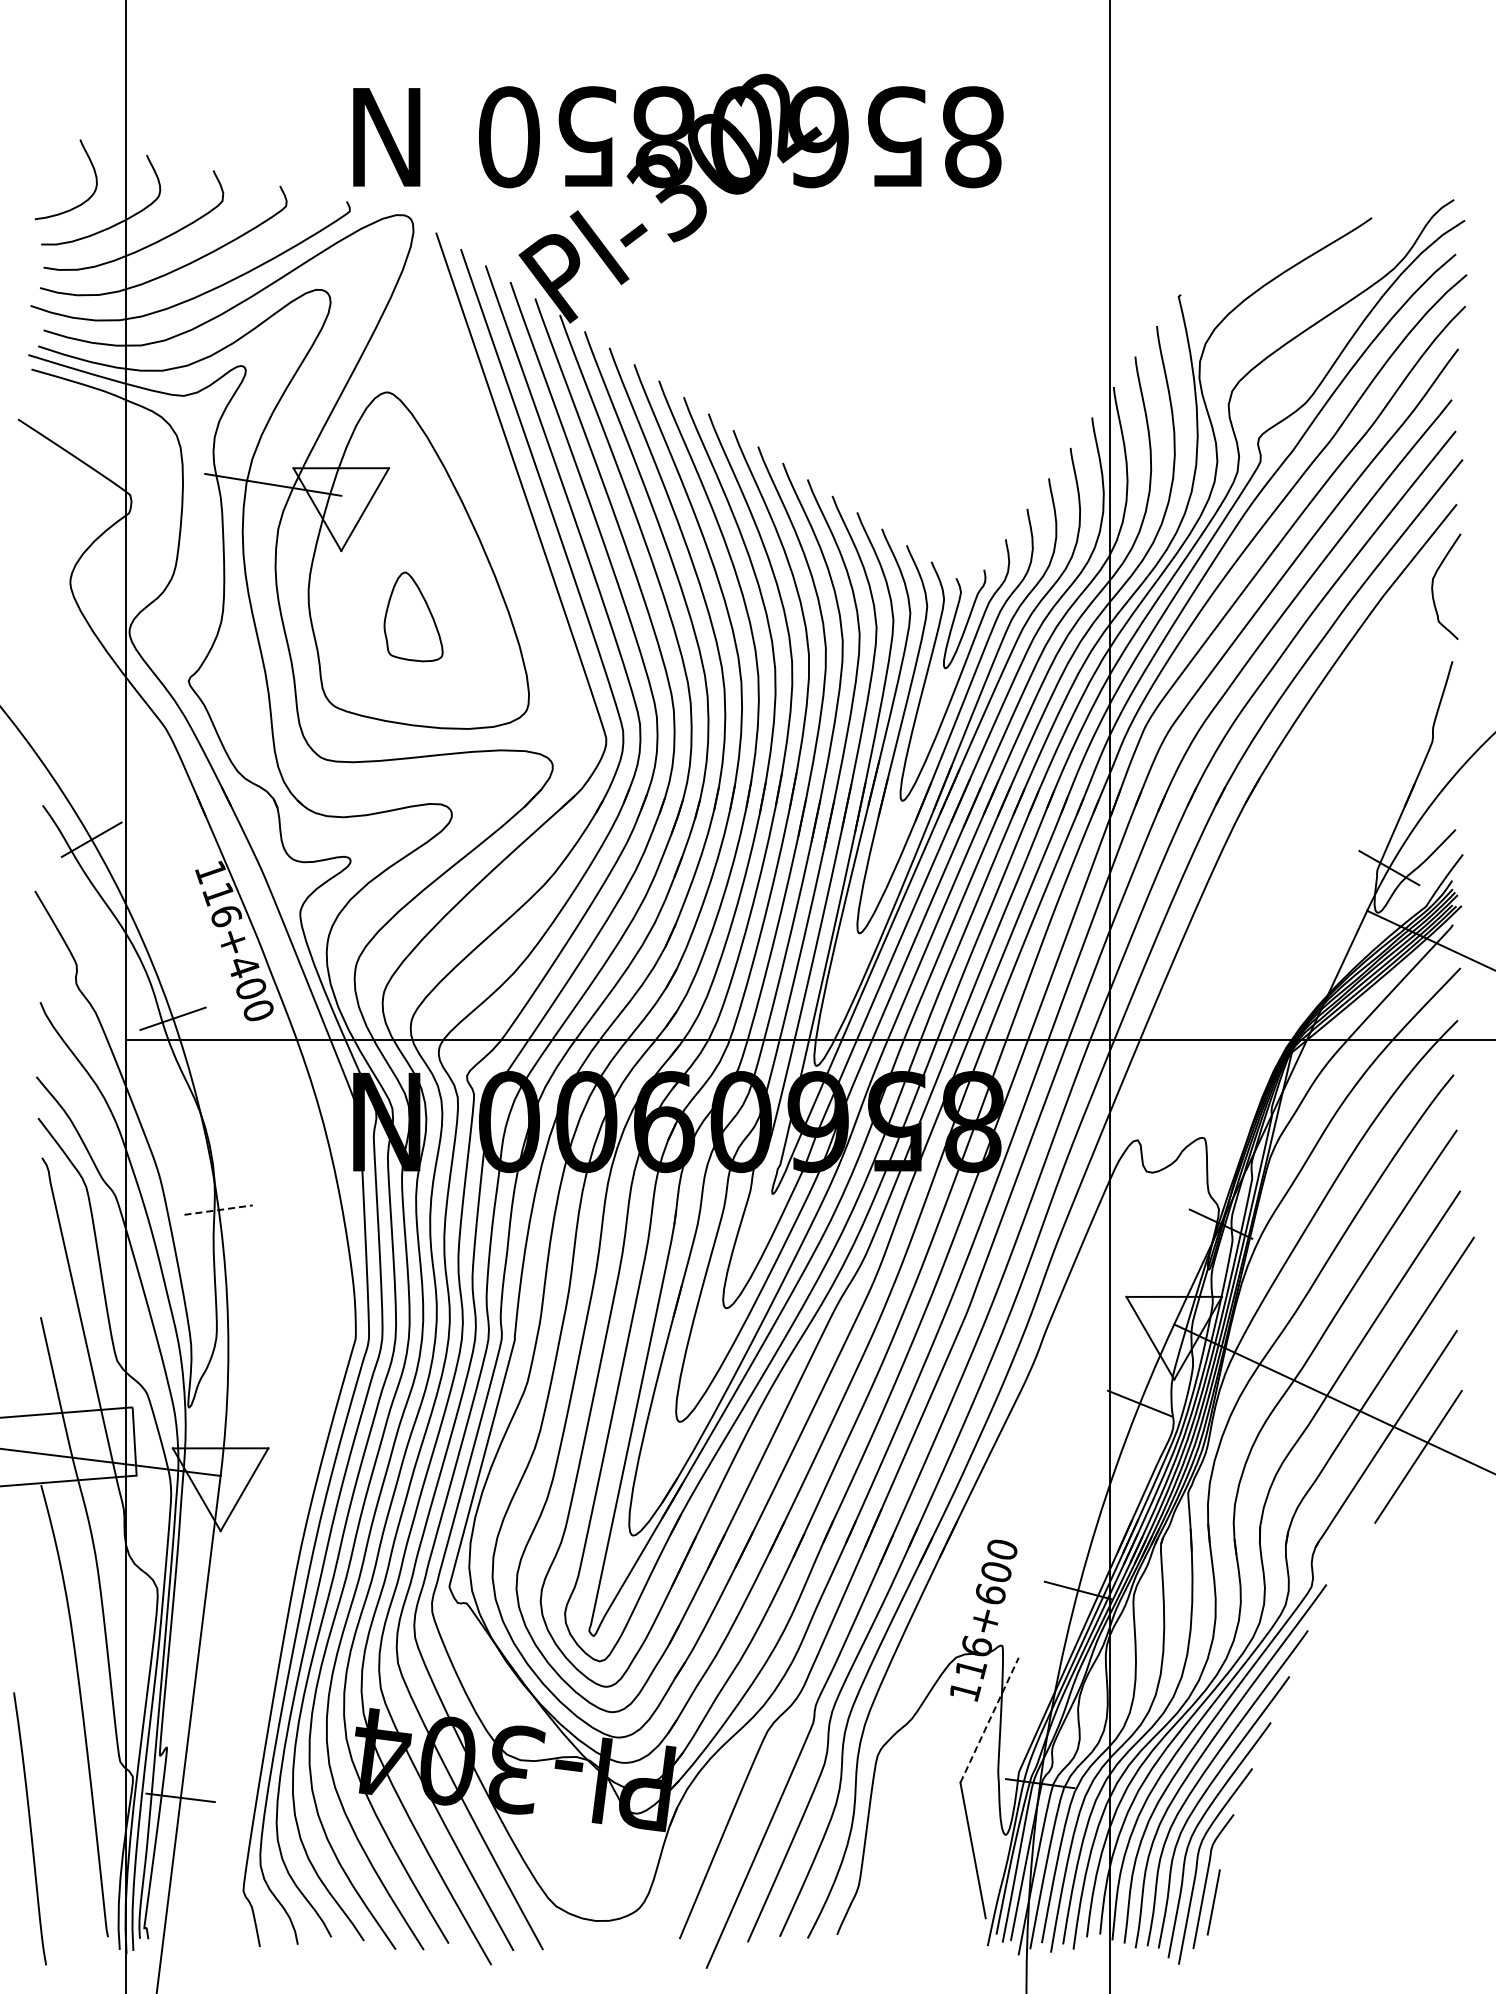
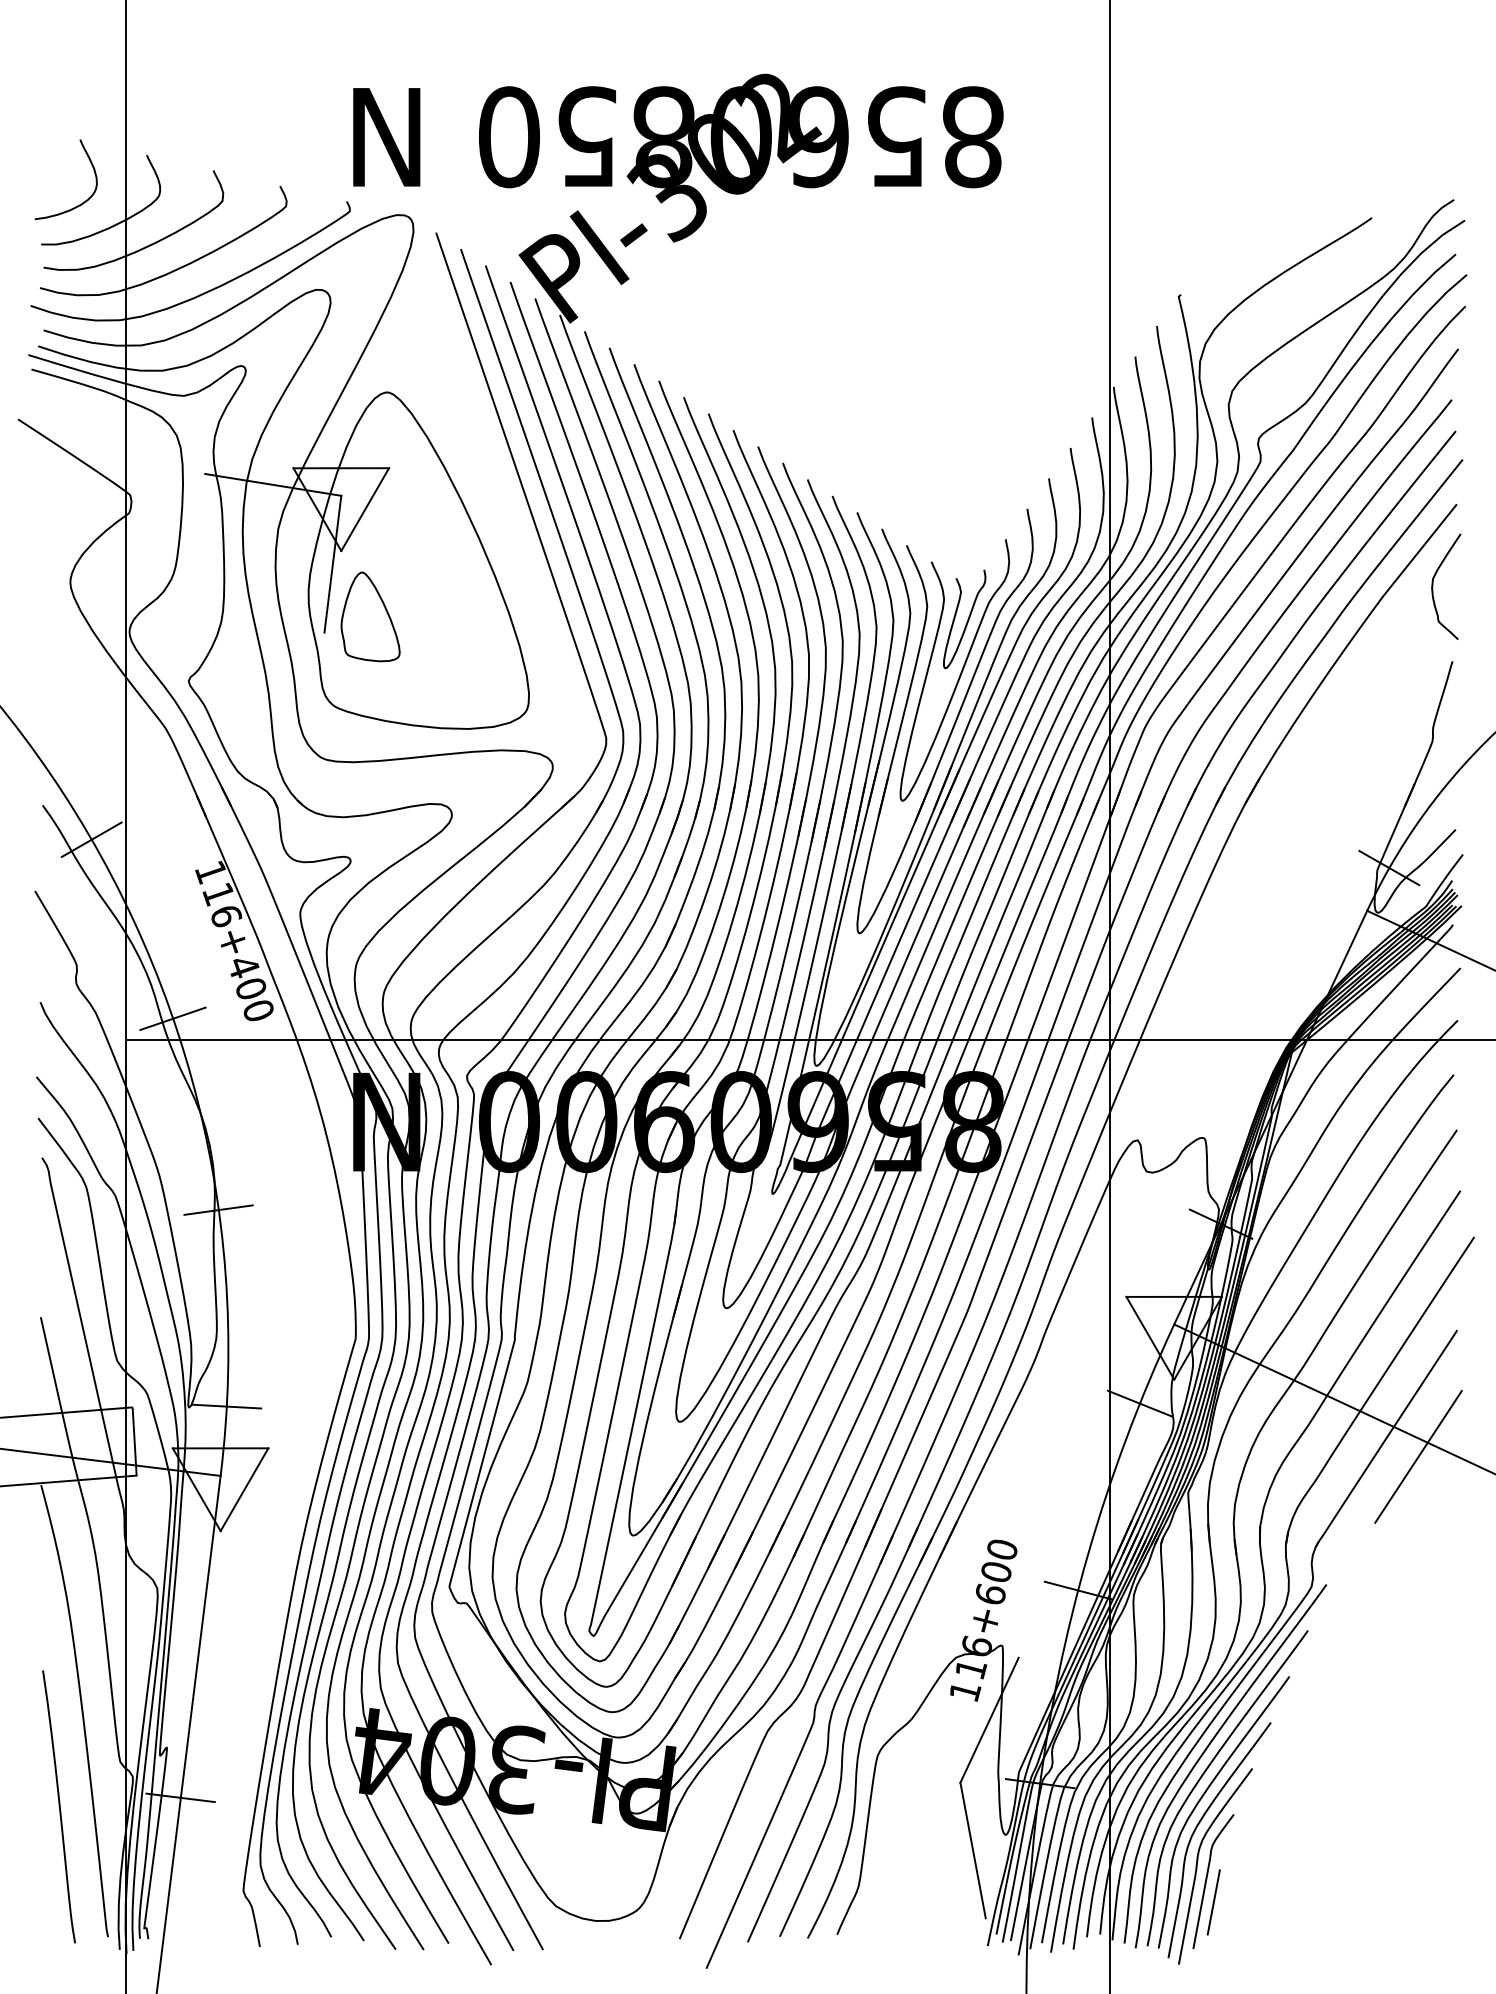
line at (332, 563): none -> present
part at (413, 616) position: (413, 616) -> (370, 616)
line at (219, 1210): dashed -> solid
line at (226, 1406): none -> present
line at (989, 1720): dashed -> solid
curve at (29, 1828) position: (29, 1828) -> (58, 1806)
